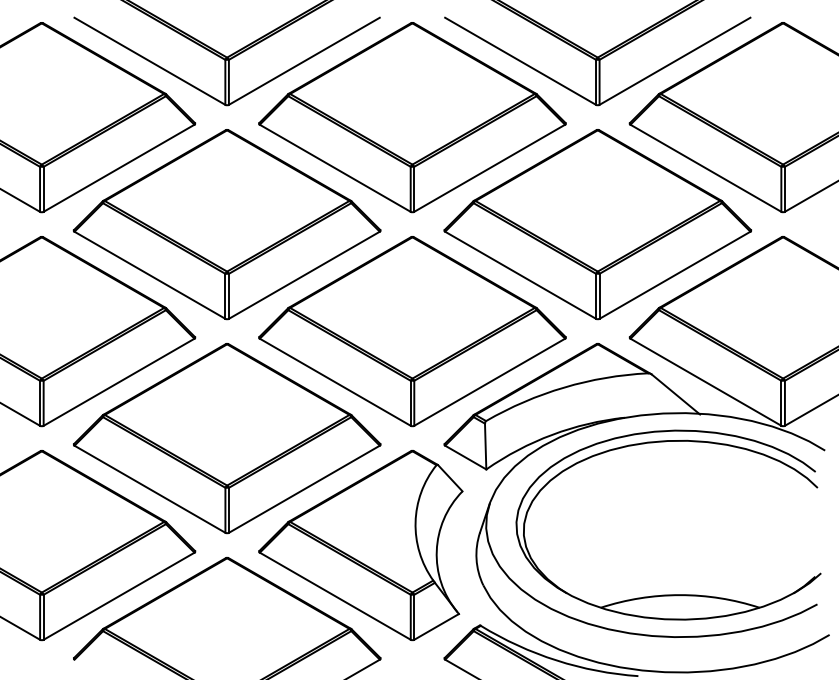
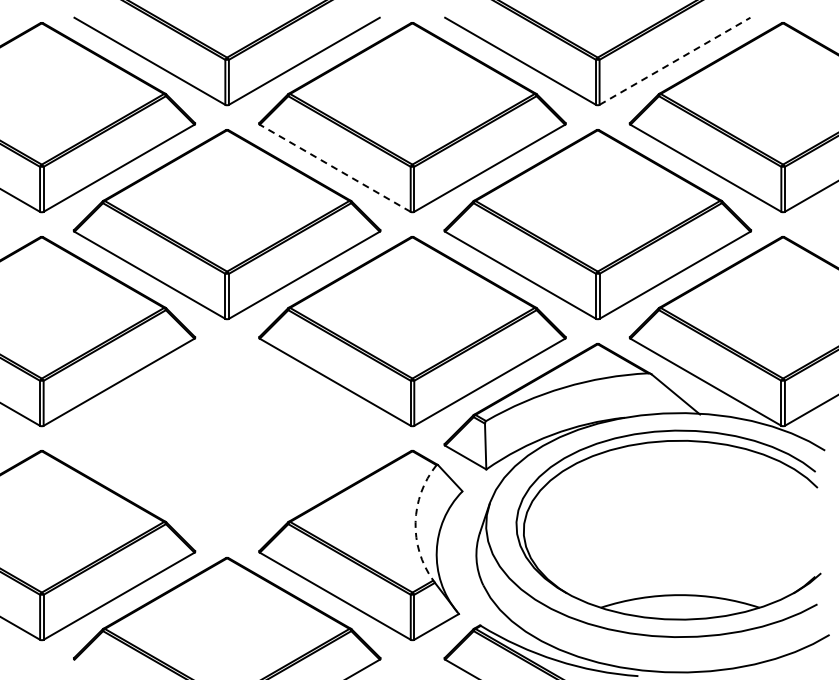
line at (675, 61): solid -> dashed
line at (334, 168): solid -> dashed
part at (227, 438): present -> none
arc at (415, 522): solid -> dashed
